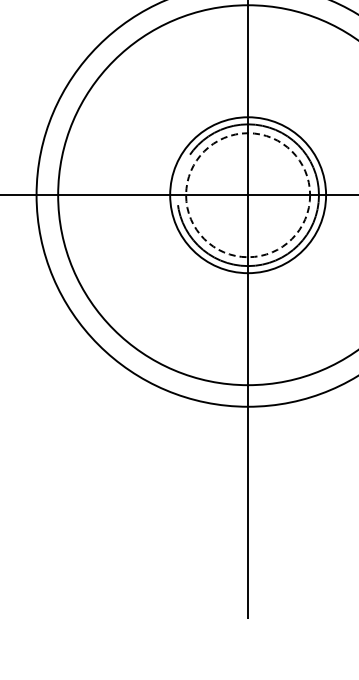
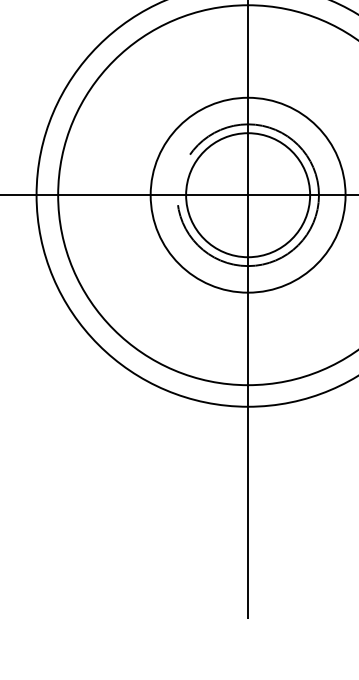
circle at (248, 195) diameter: 156 px -> 195 px
circle at (248, 195): dashed -> solid
